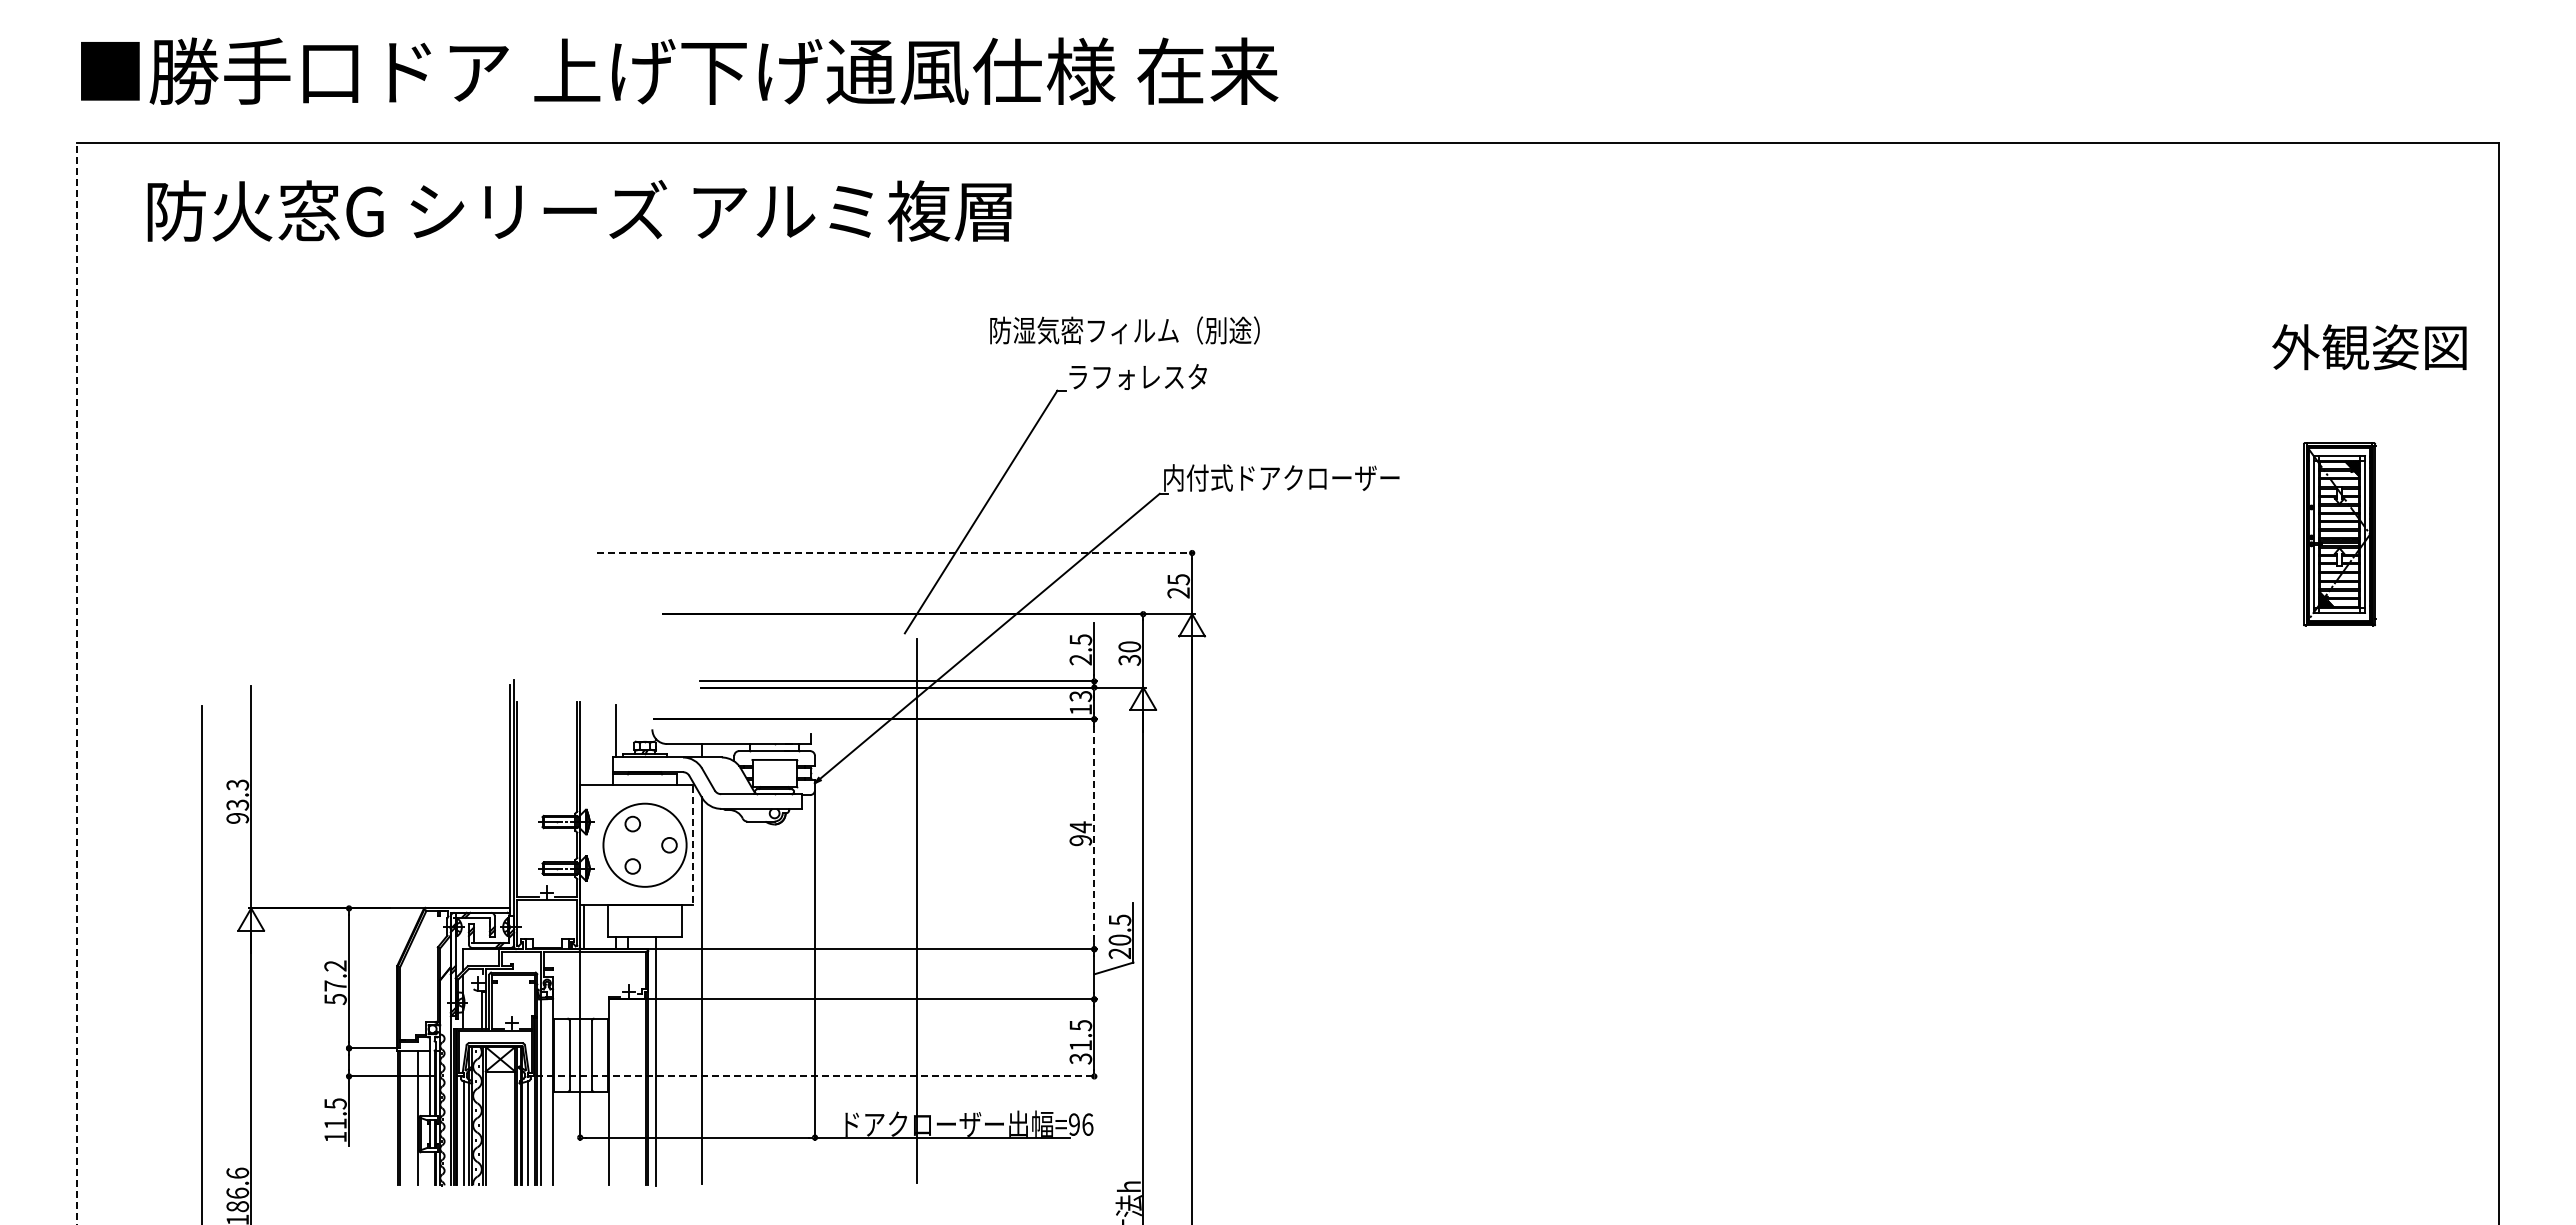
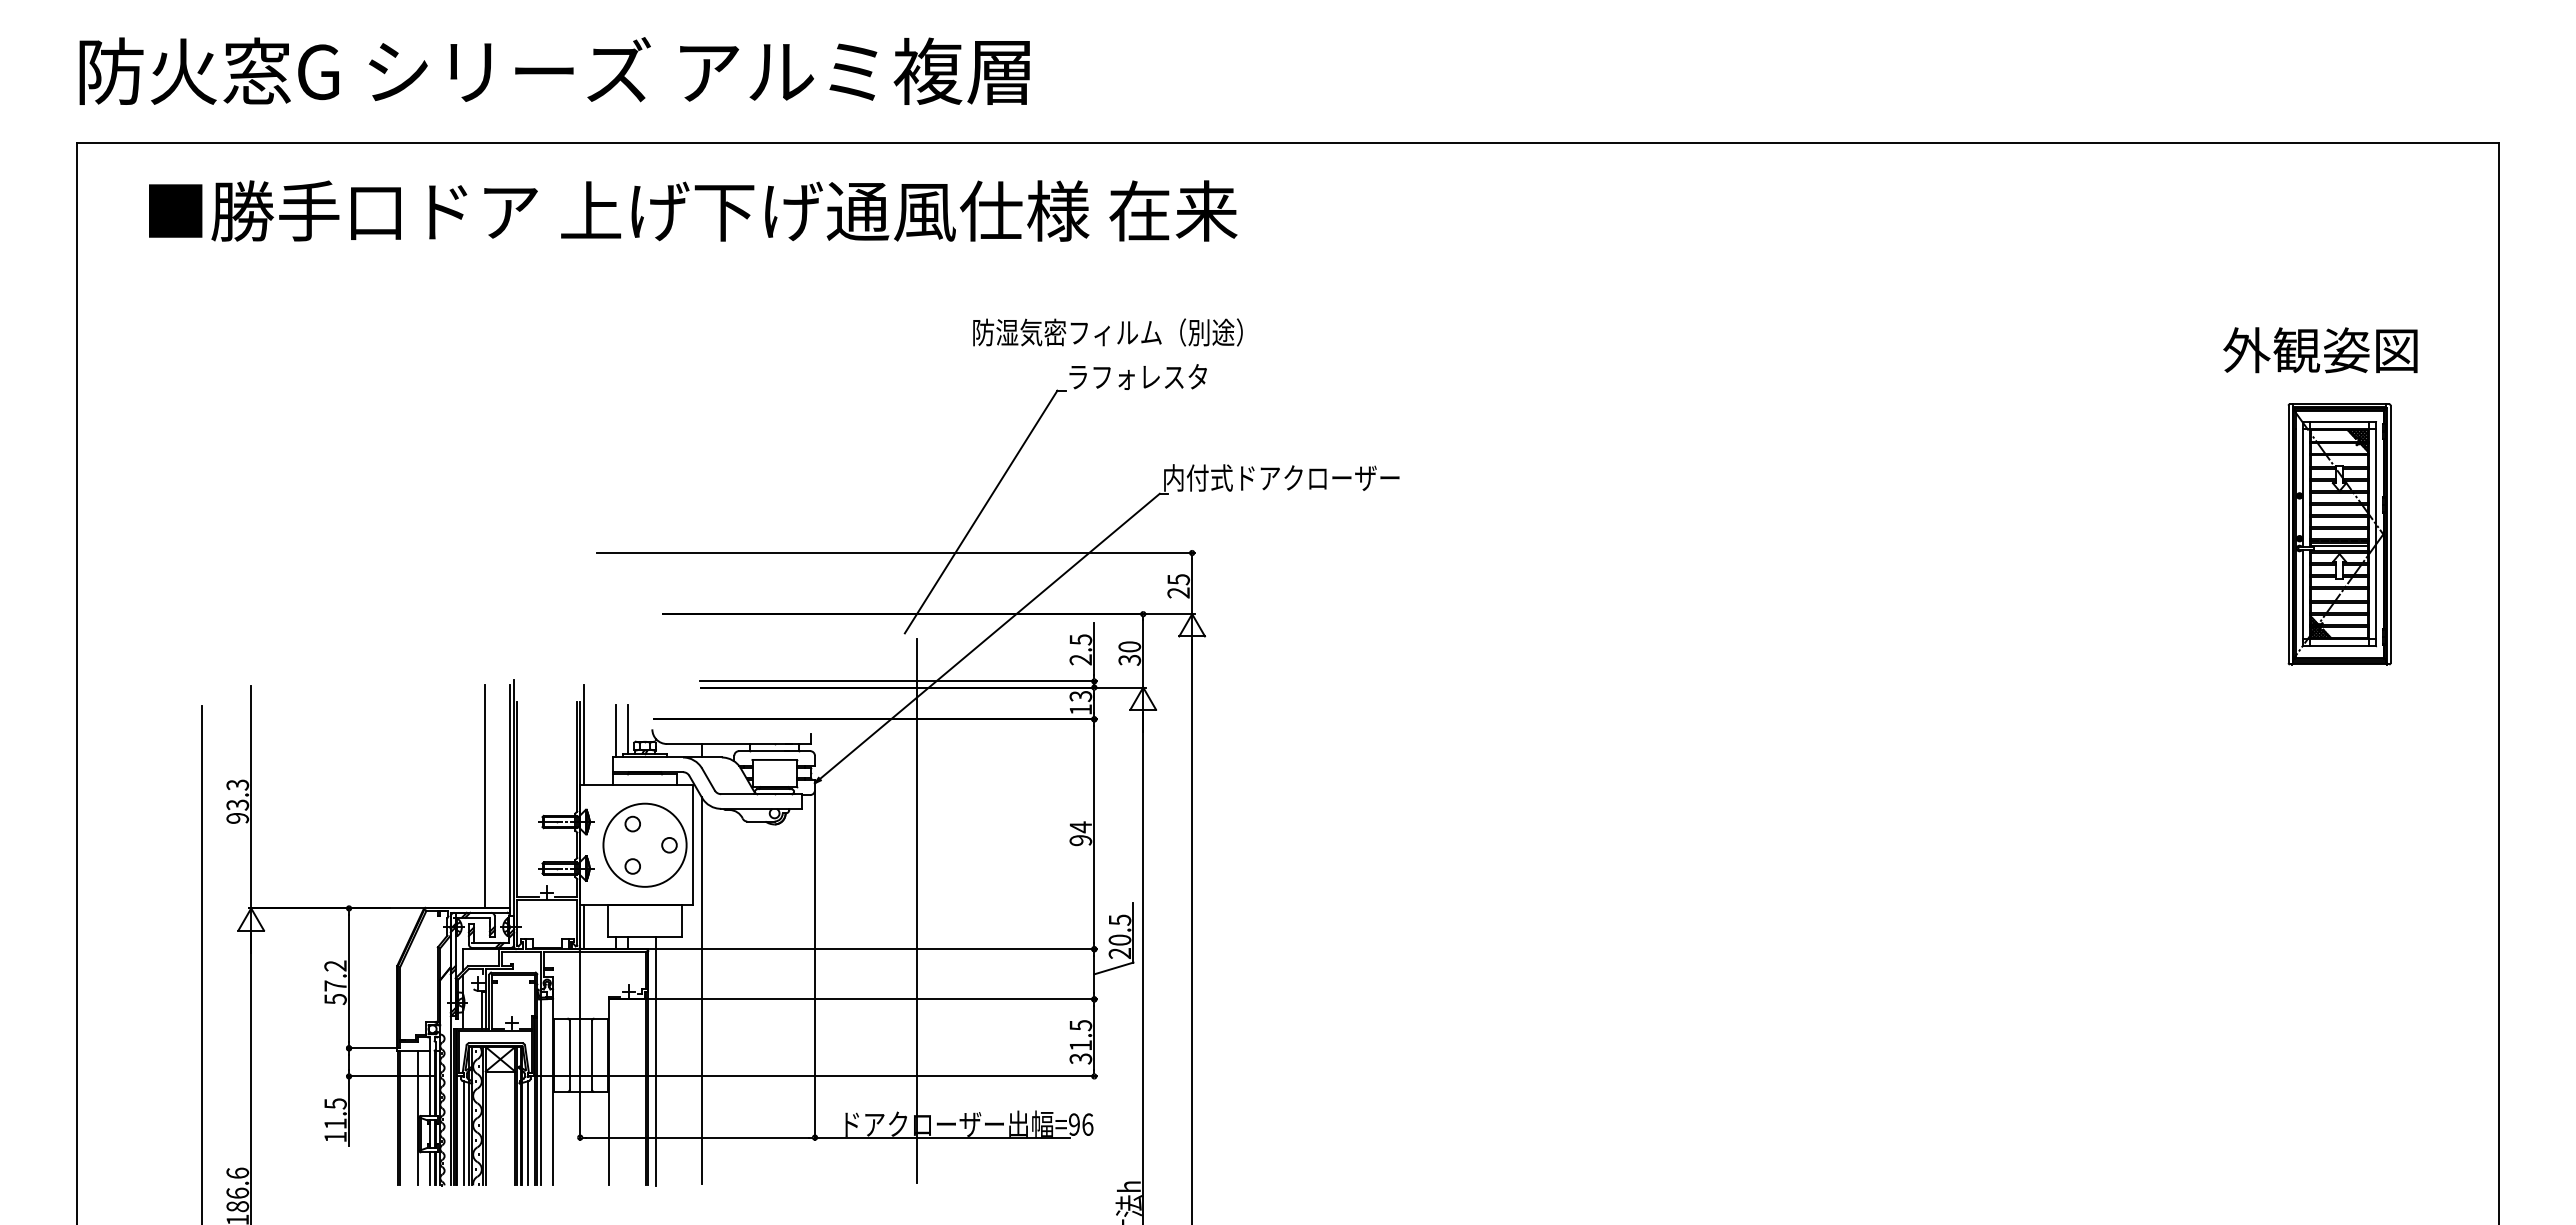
text at (678, 71): ■勝手口ドア 上げ下げ通風仕様 在来 -> 防火窓G シリーズ アルミ複層
text at (692, 210): 防火窓G シリーズ アルミ複層 -> ■勝手口ドア 上げ下げ通風仕様 在来
text at (1124, 330) position: (1124, 330) -> (1107, 332)
text at (2369, 347) position: (2369, 347) -> (2320, 350)
part at (2339, 534) size: 74x185 px -> 105x263 px
line at (896, 553): dashed -> solid
line at (77, 683): dashed -> solid
line at (628, 728): none -> present
line at (583, 735): none -> present
line at (484, 796): none -> present
line at (1094, 834): dashed -> solid
line at (692, 845): dashed -> solid
line at (816, 1076): dashed -> solid
line at (429, 1168): none -> present
